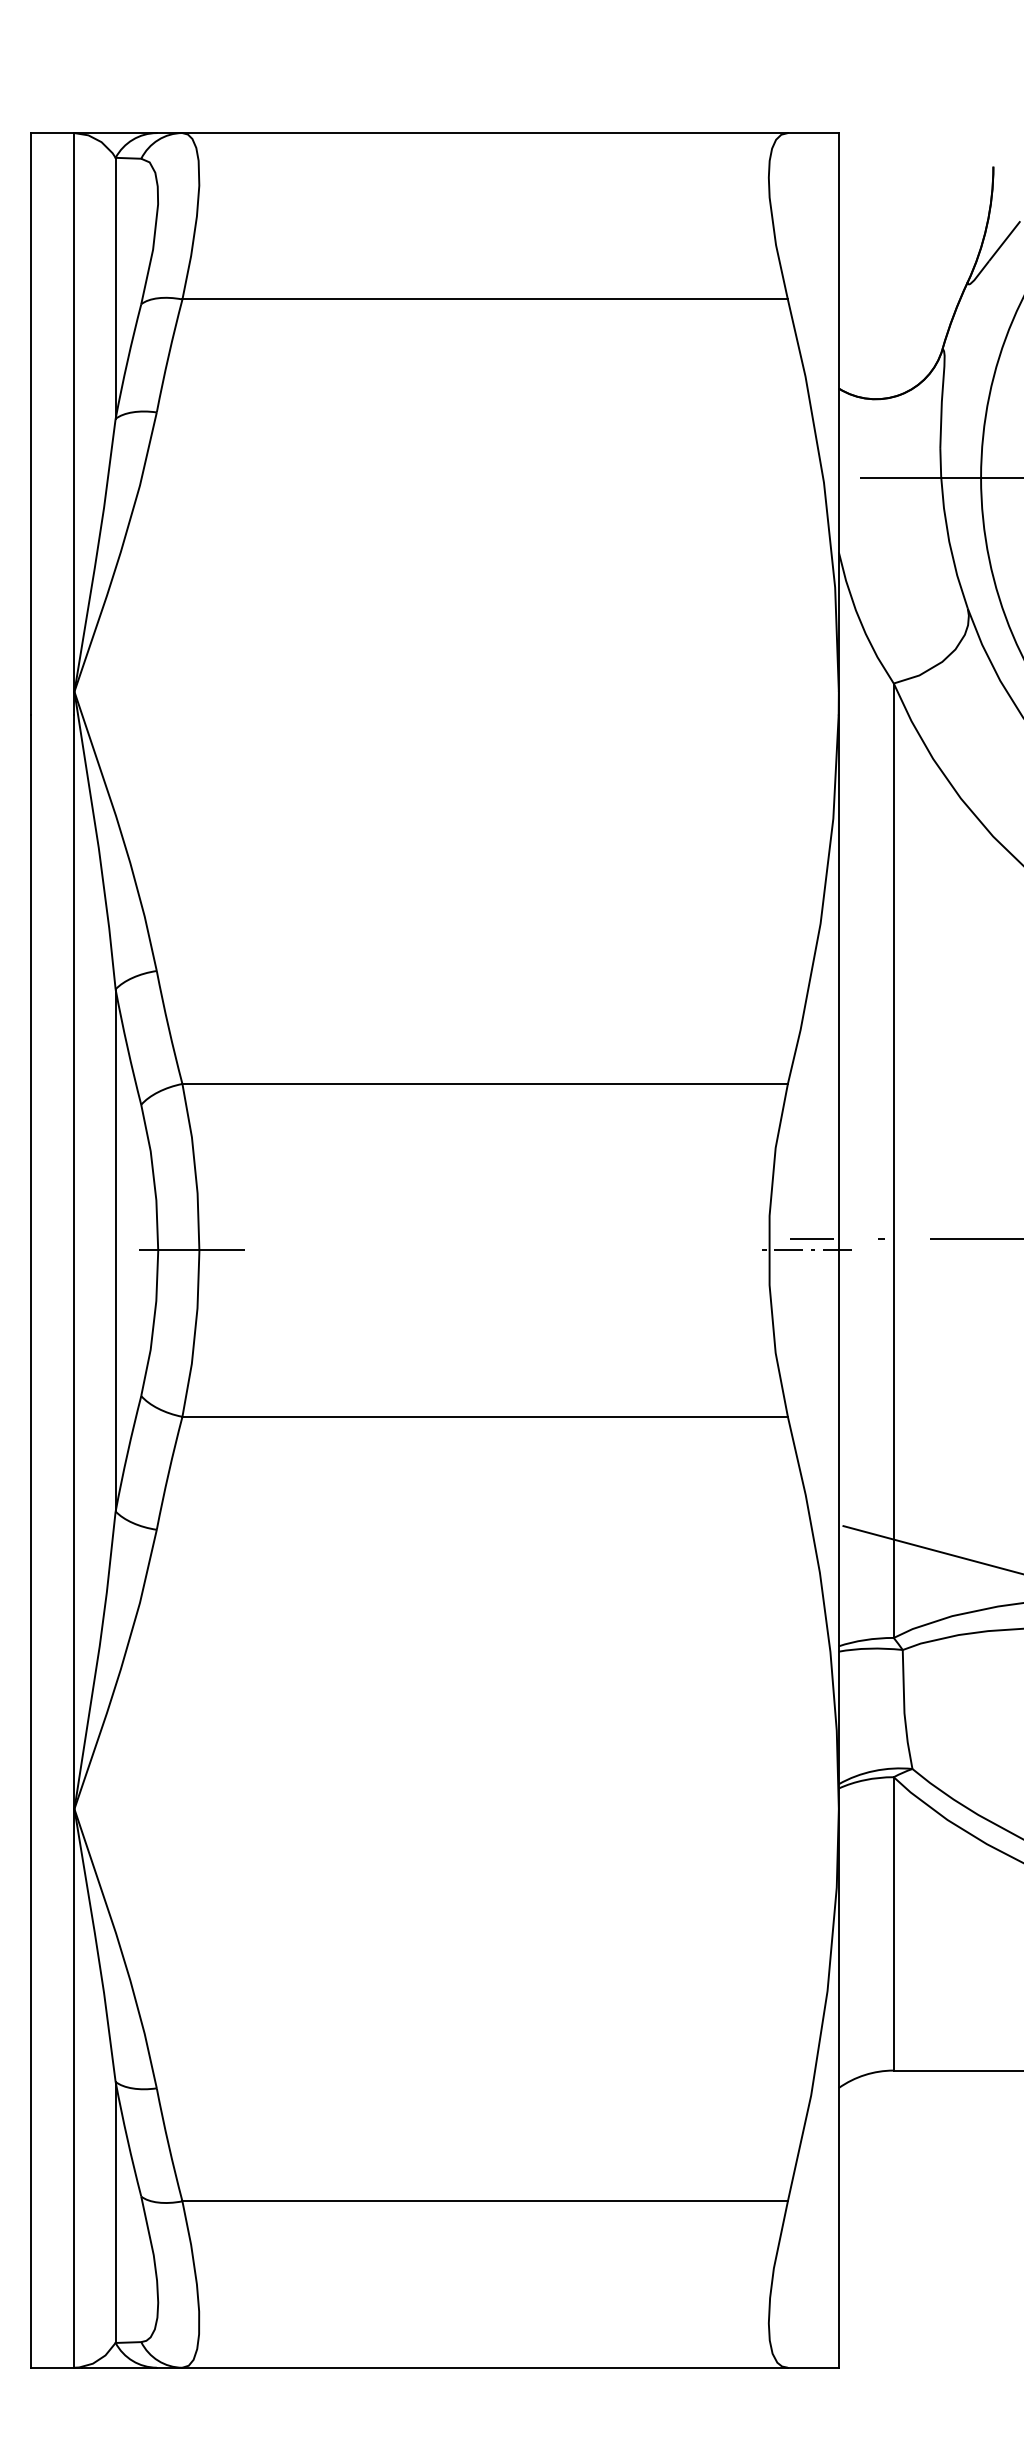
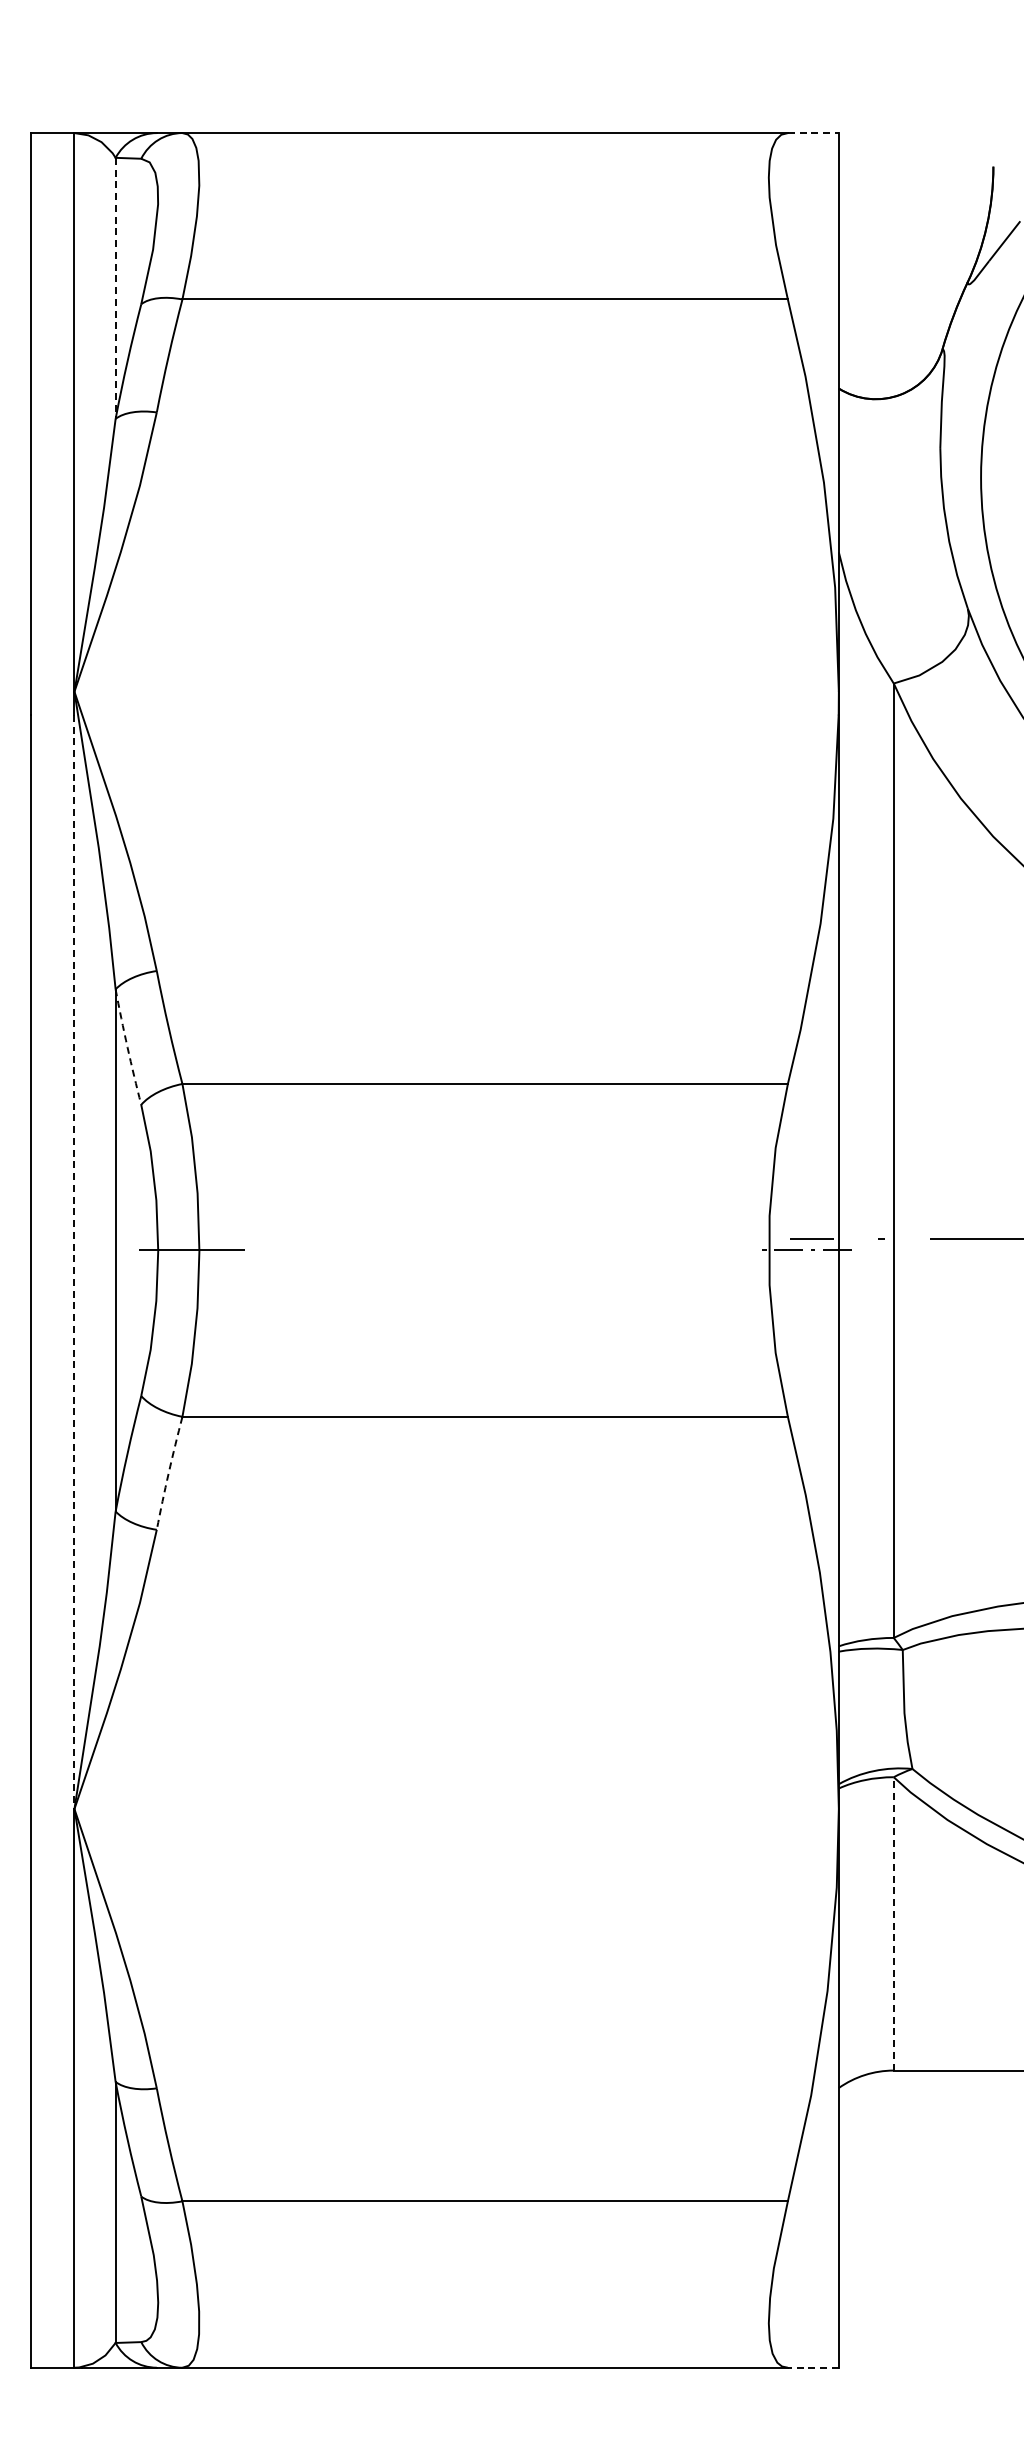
line at (813, 133): solid -> dashed
line at (115, 288): solid -> dashed
line at (939, 477): present -> none
arc at (127, 1047): solid -> dashed
line at (74, 1262): solid -> dashed
arc at (168, 1473): solid -> dashed
line at (931, 1549): present -> none
line at (893, 1923): solid -> dashed
line at (812, 2367): solid -> dashed
